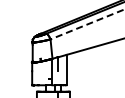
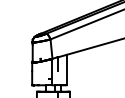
line at (87, 24): dashed -> solid
